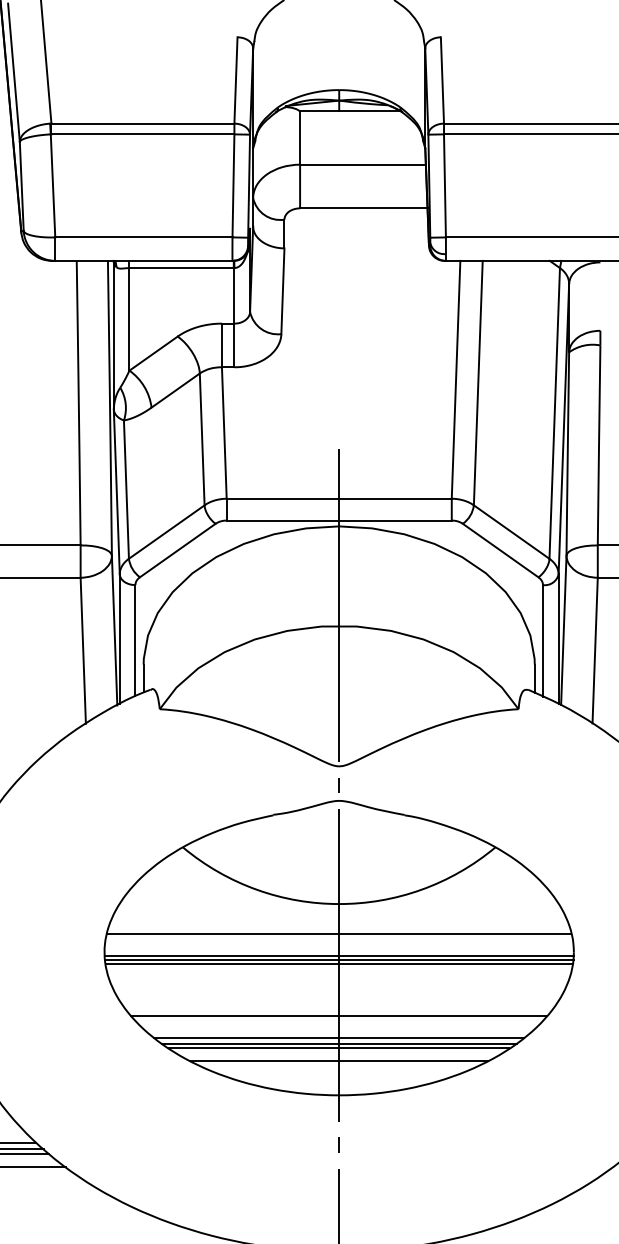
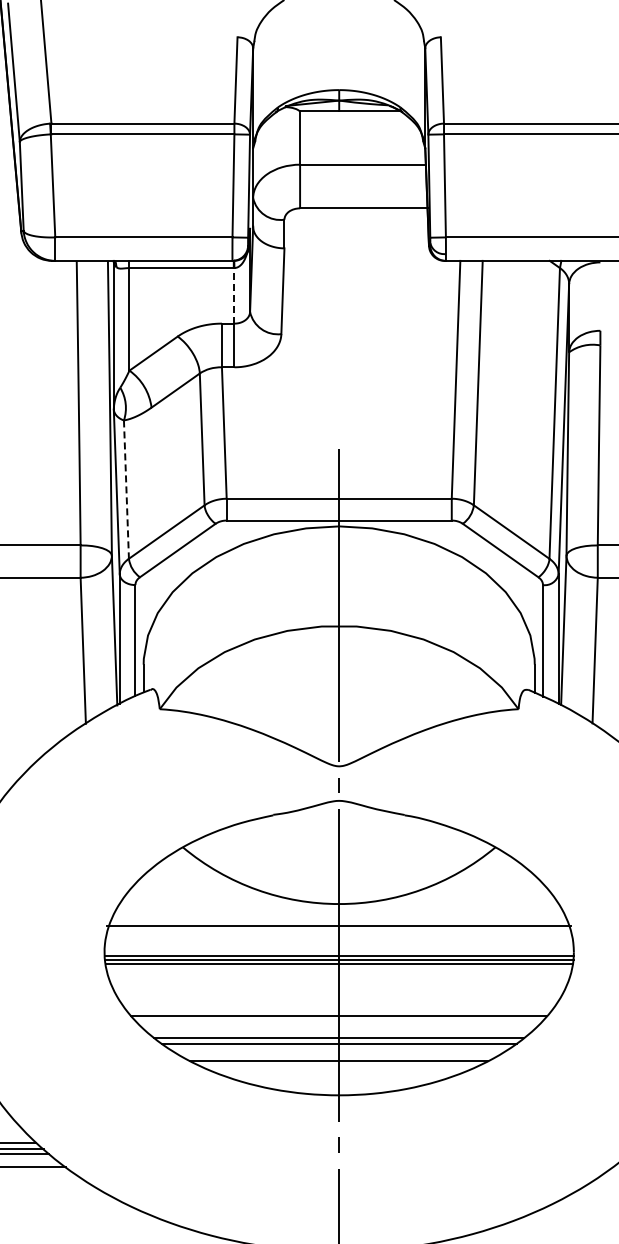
line at (234, 295): solid -> dashed
line at (126, 490): solid -> dashed
line at (339, 934) position: (339, 934) -> (339, 926)
line at (338, 1048): present -> none
